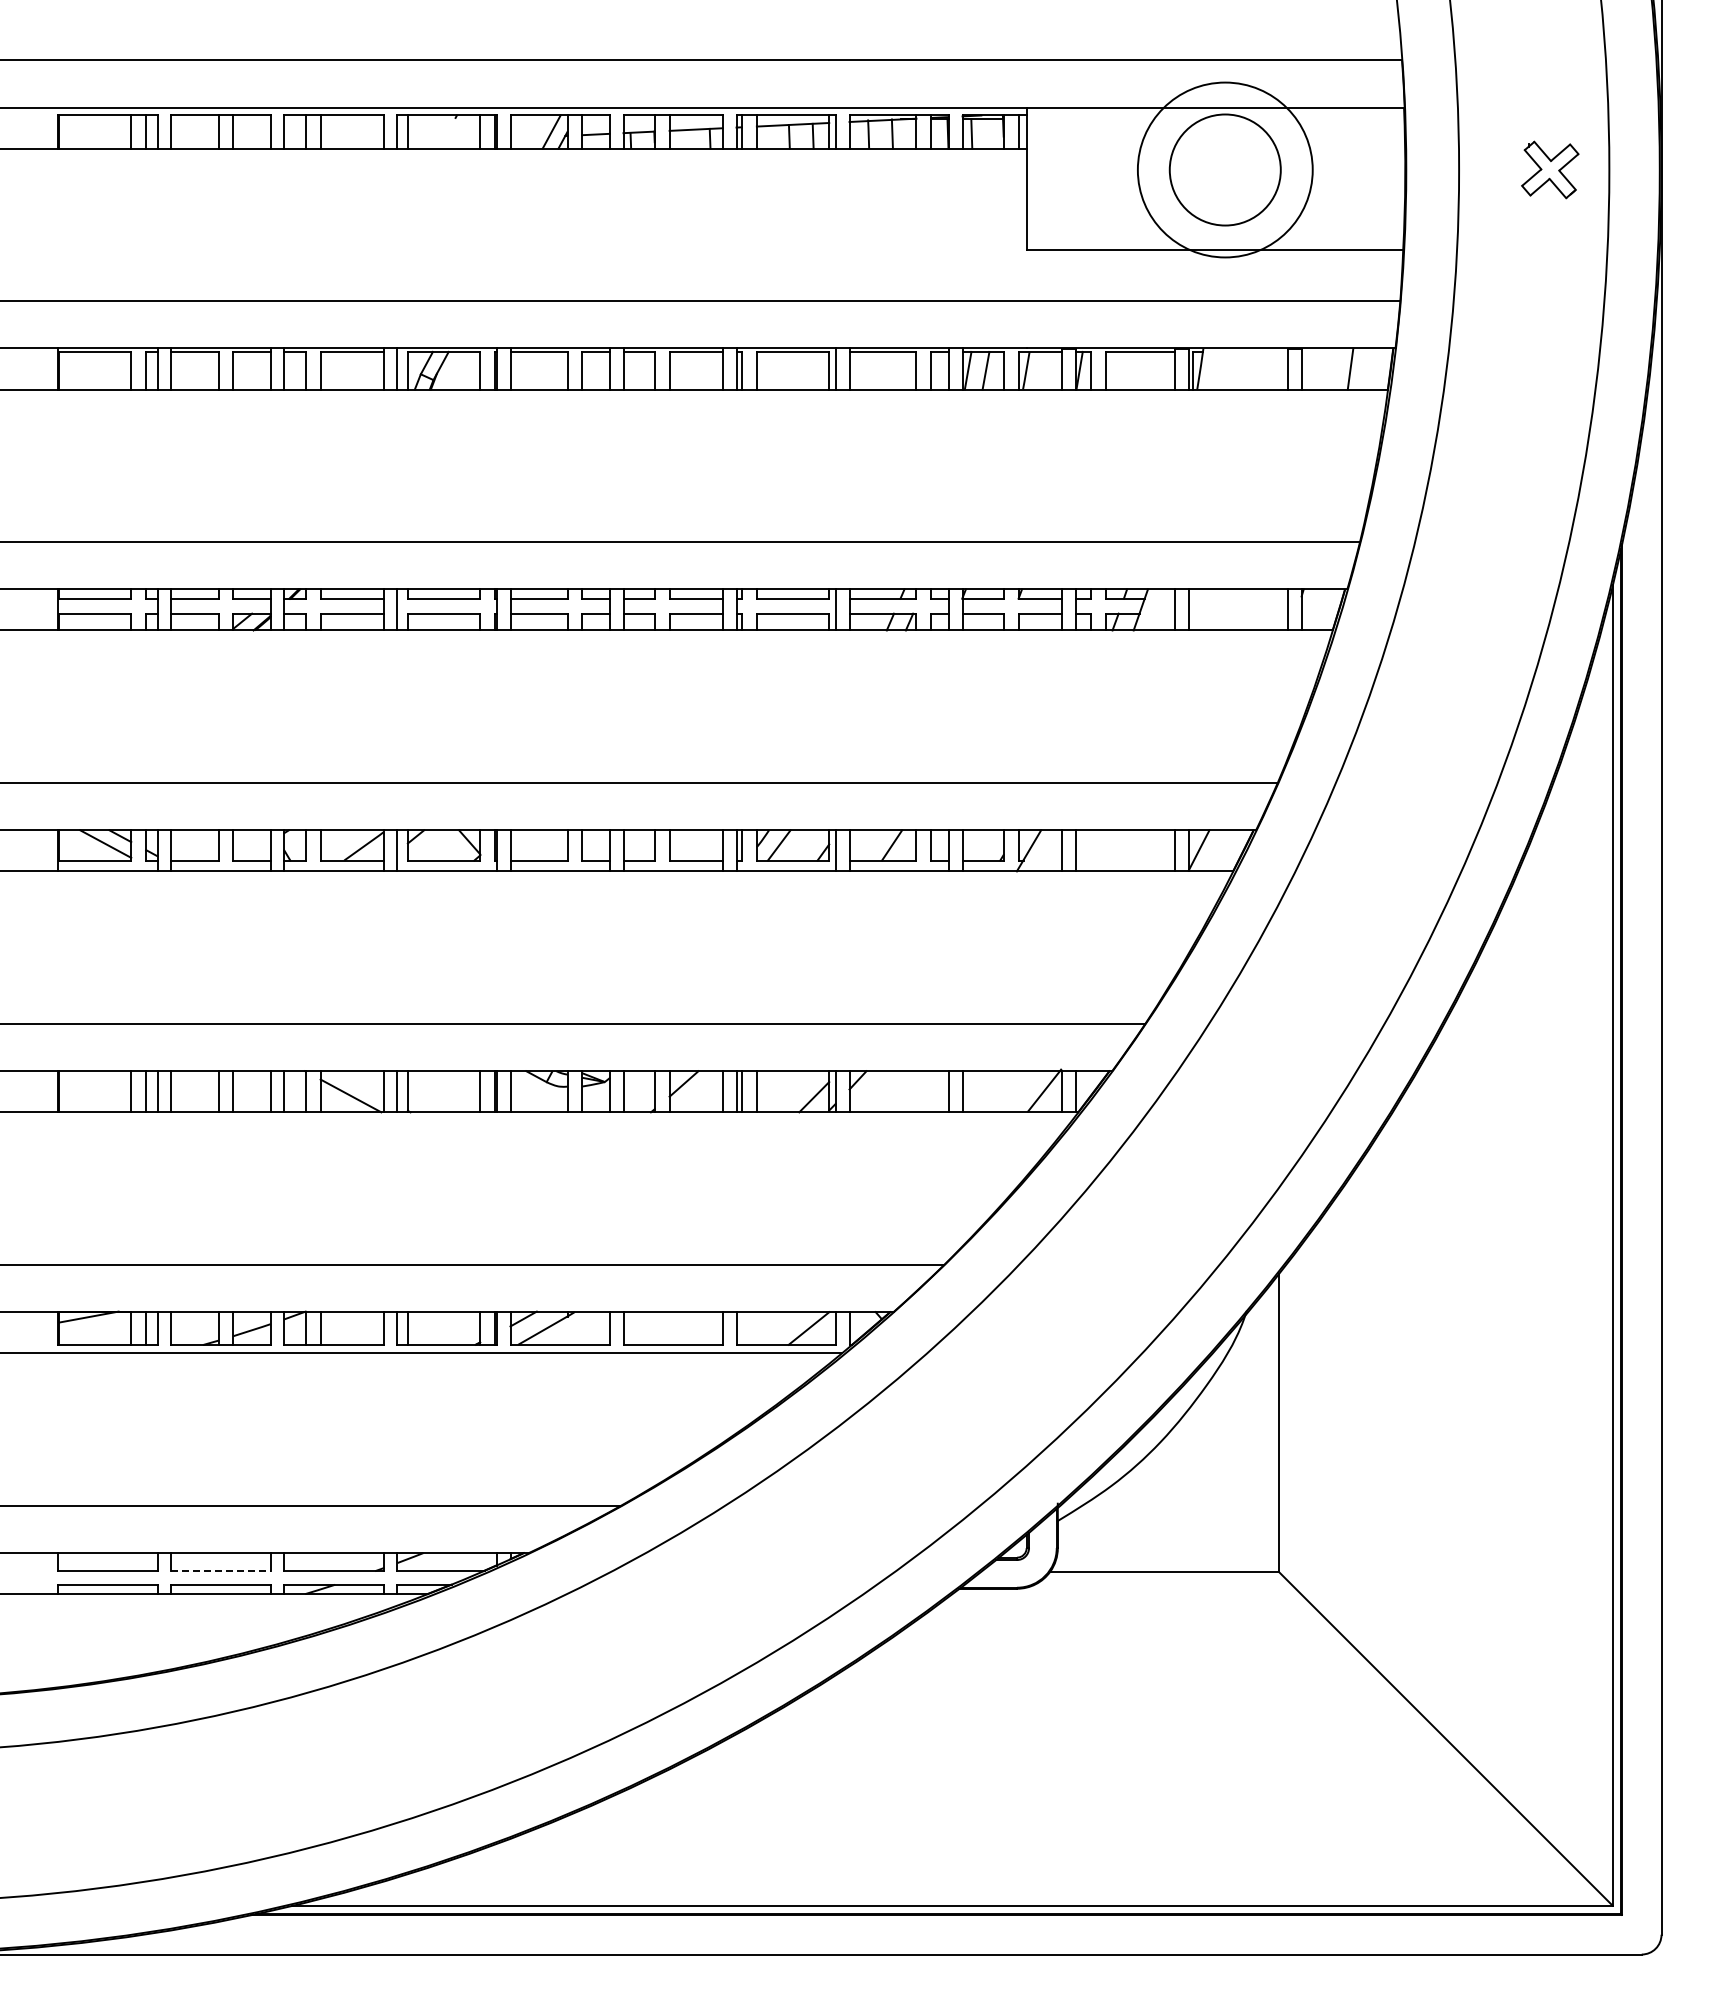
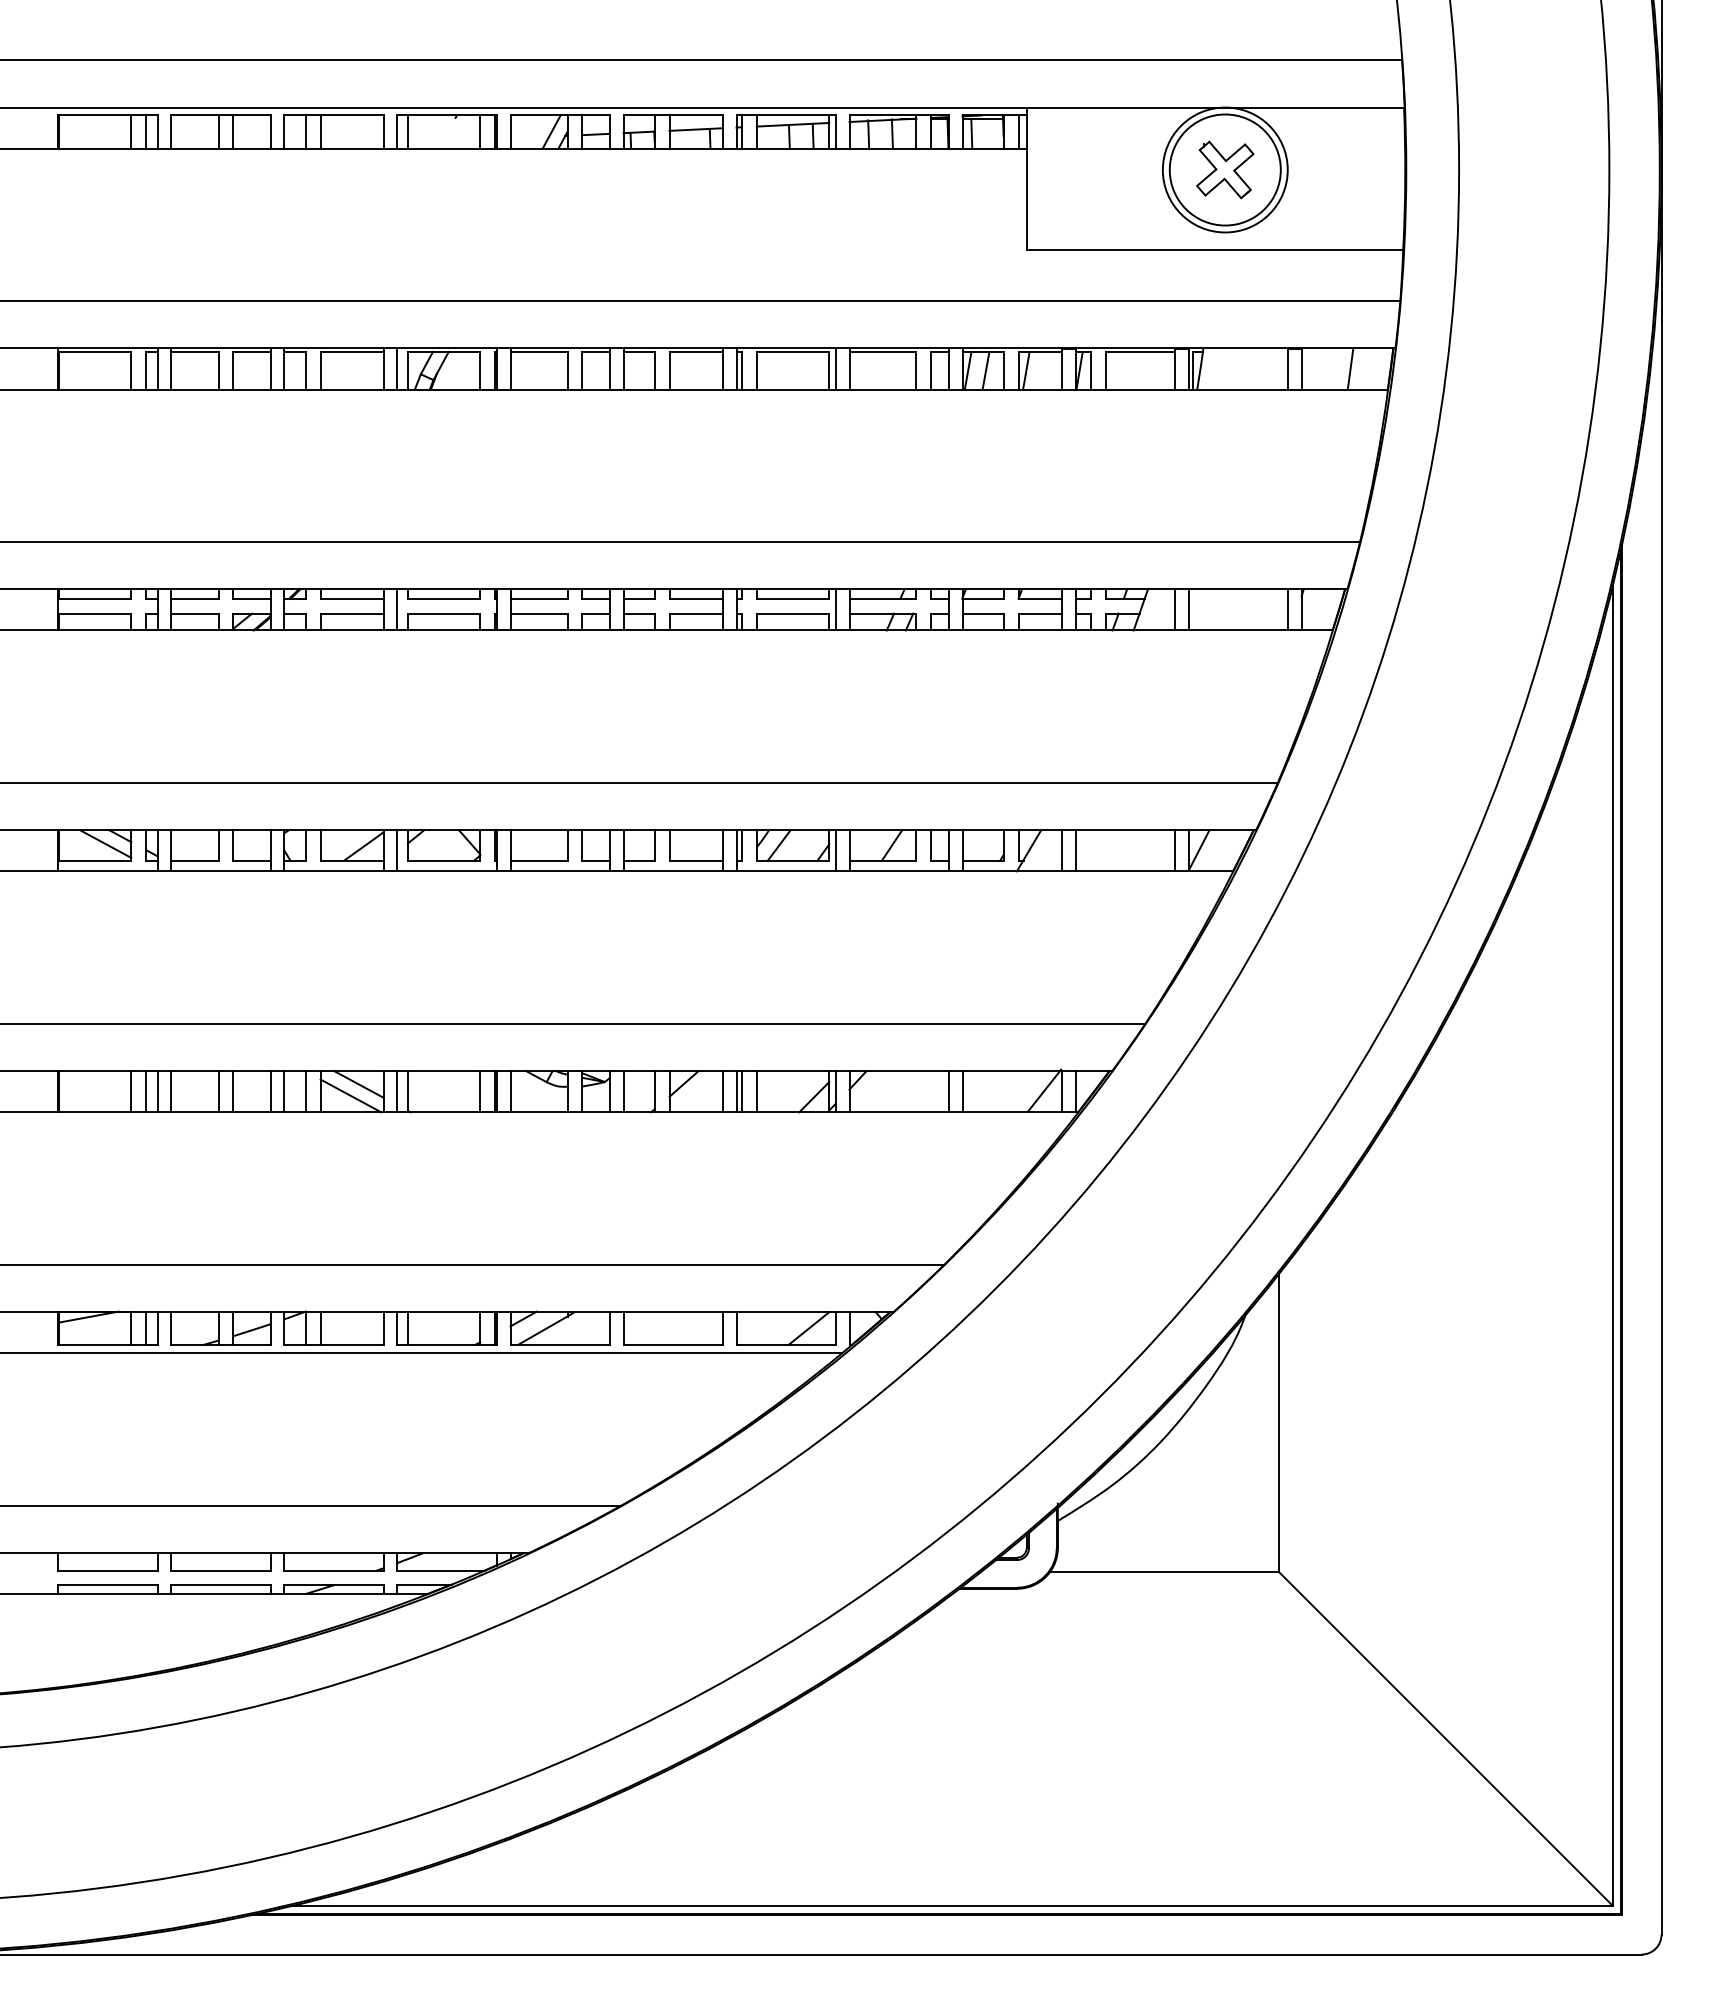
circle at (1224, 169) diameter: 175 px -> 125 px
part at (1550, 169) position: (1550, 169) -> (1225, 169)
line at (358, 1084): none -> present
line at (221, 1570): dashed -> solid
